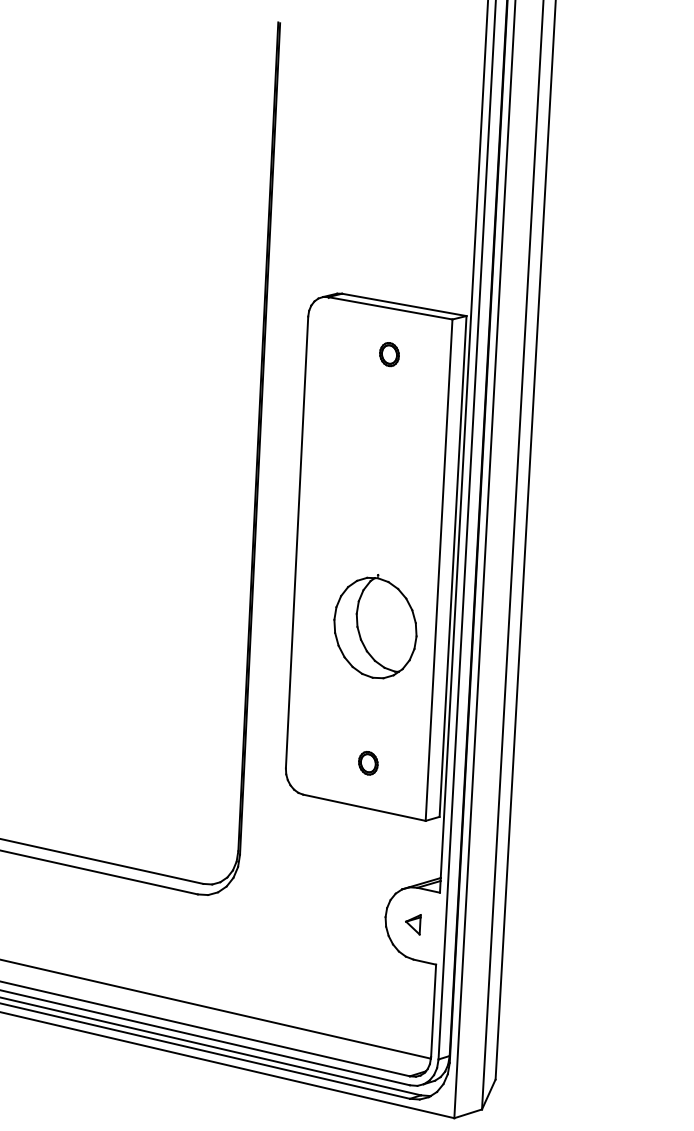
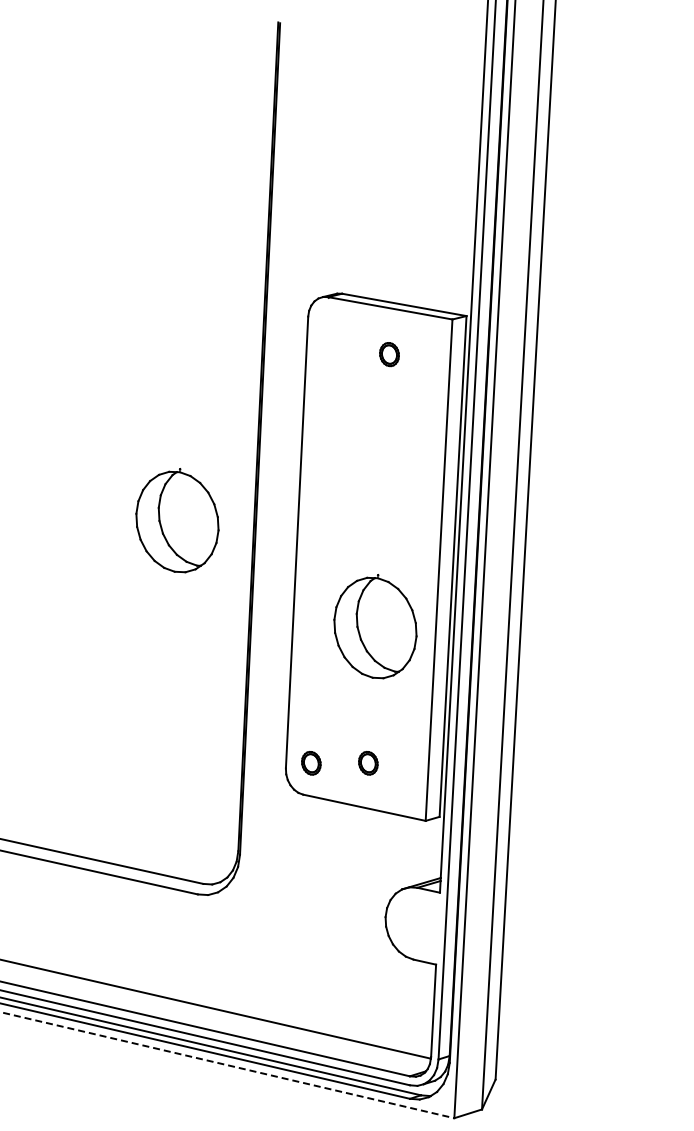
part at (177, 520): none -> present
part at (311, 763): none -> present
part at (413, 924): present -> none
line at (227, 1065): solid -> dashed
